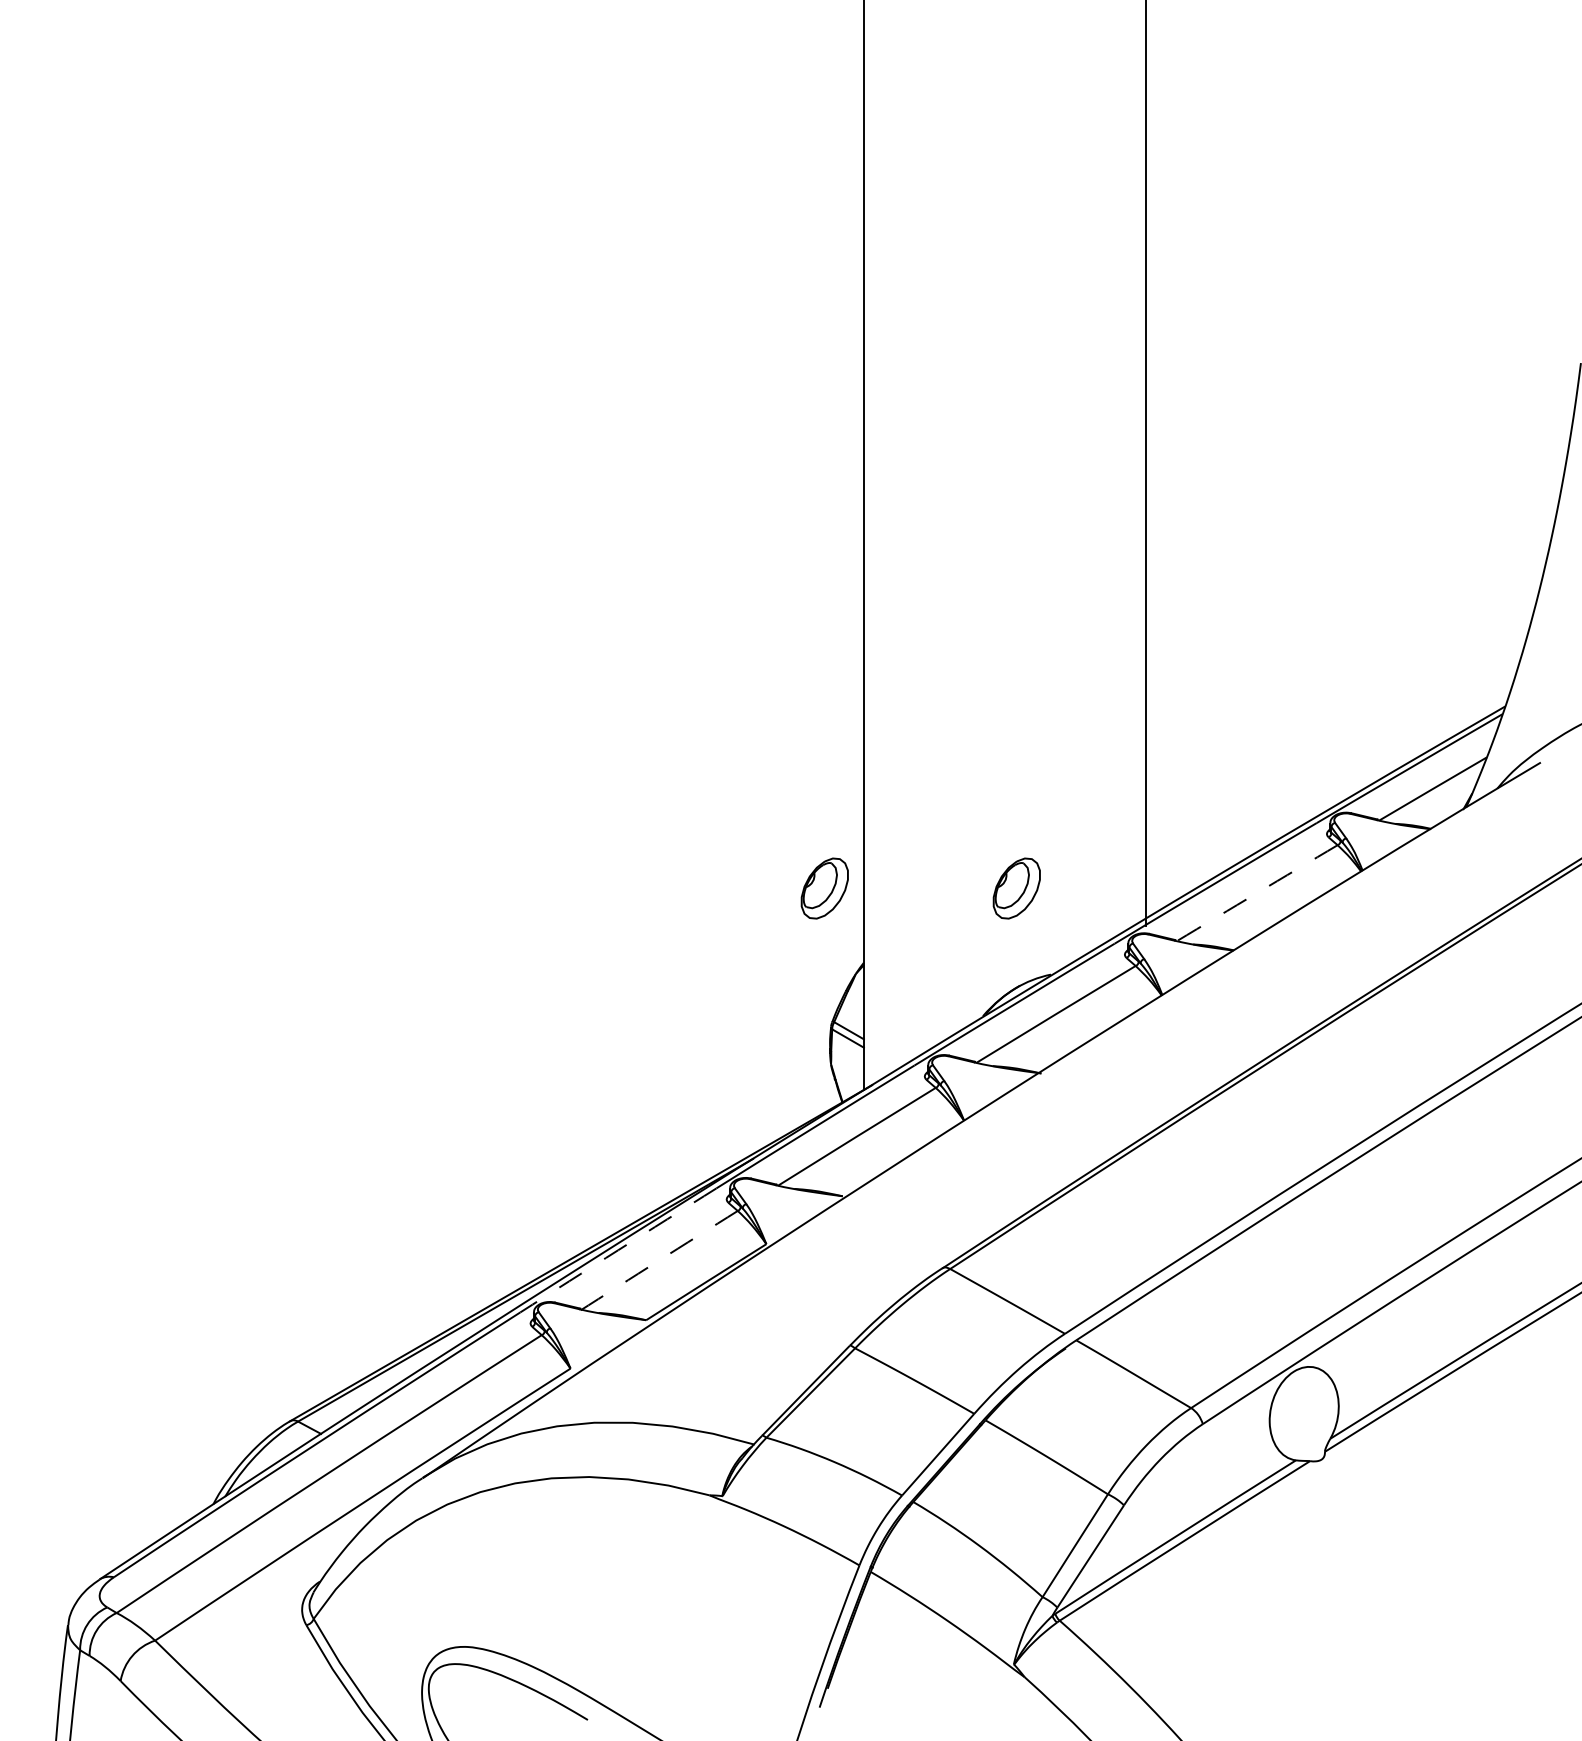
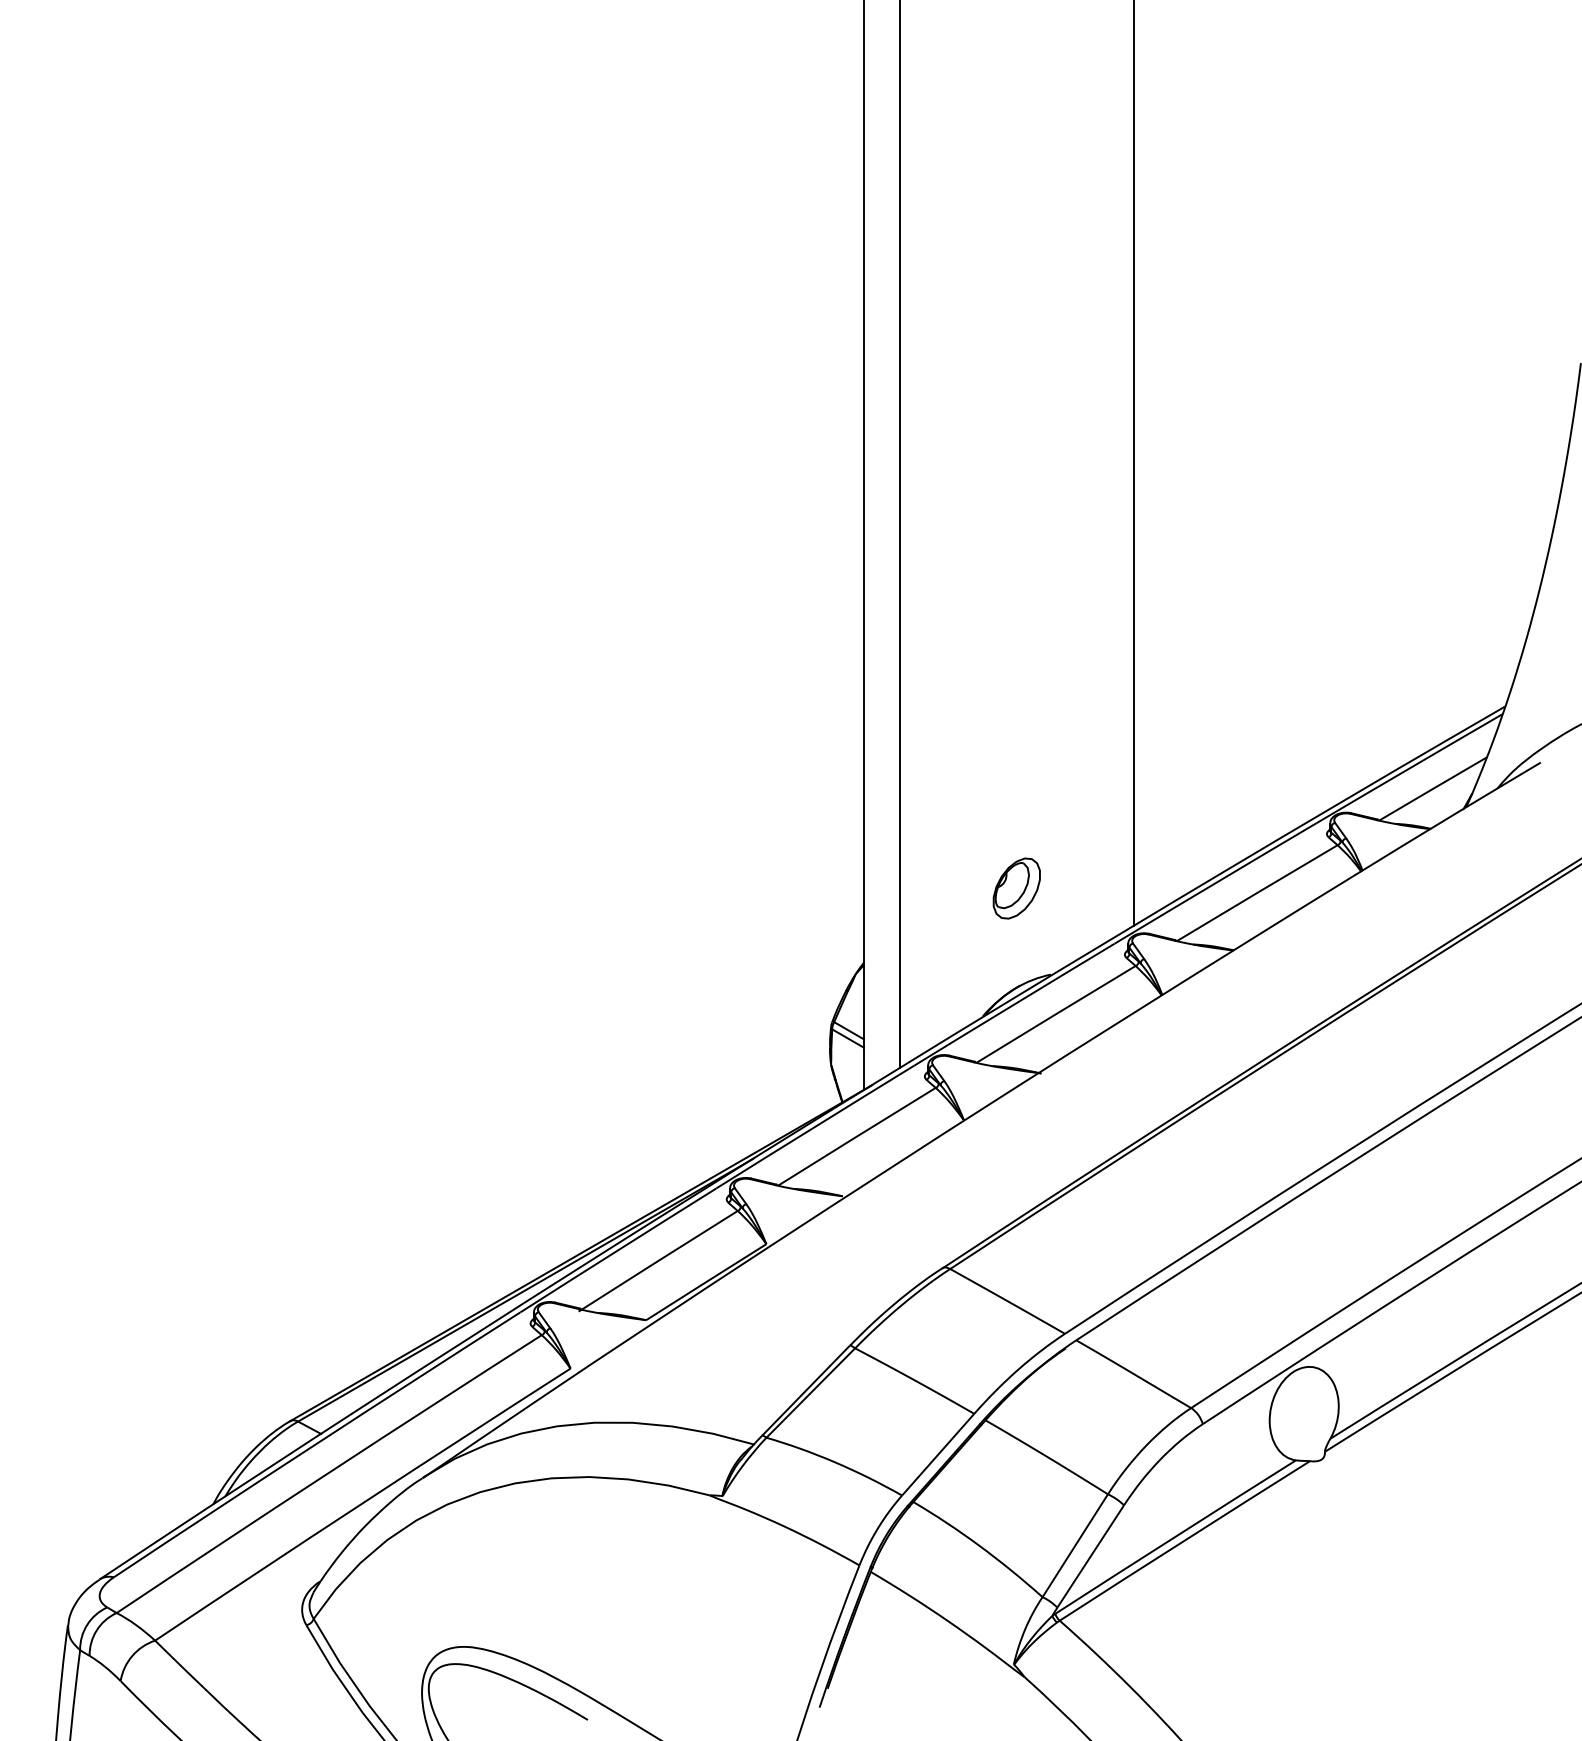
line at (1146, 463) position: (1146, 463) -> (1134, 463)
line at (899, 535): none -> present
part at (824, 888): present -> none
arc at (1257, 893): dashed -> solid
arc at (618, 1250): dashed -> solid
arc at (658, 1261): dashed -> solid
